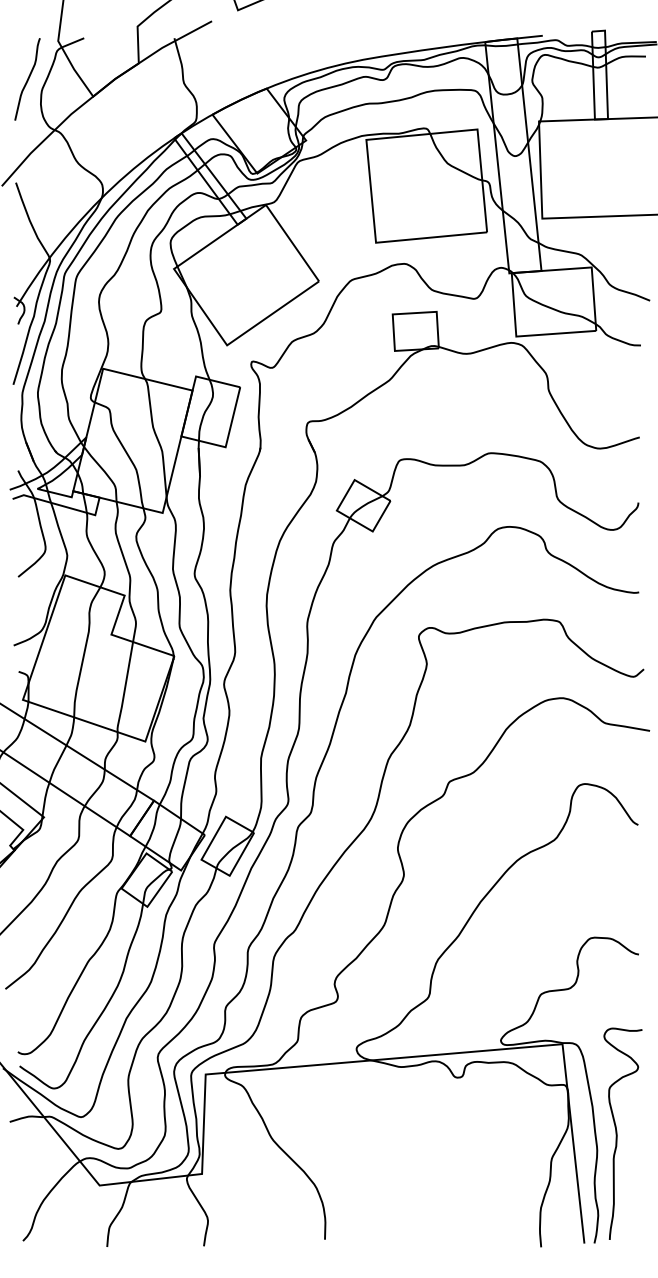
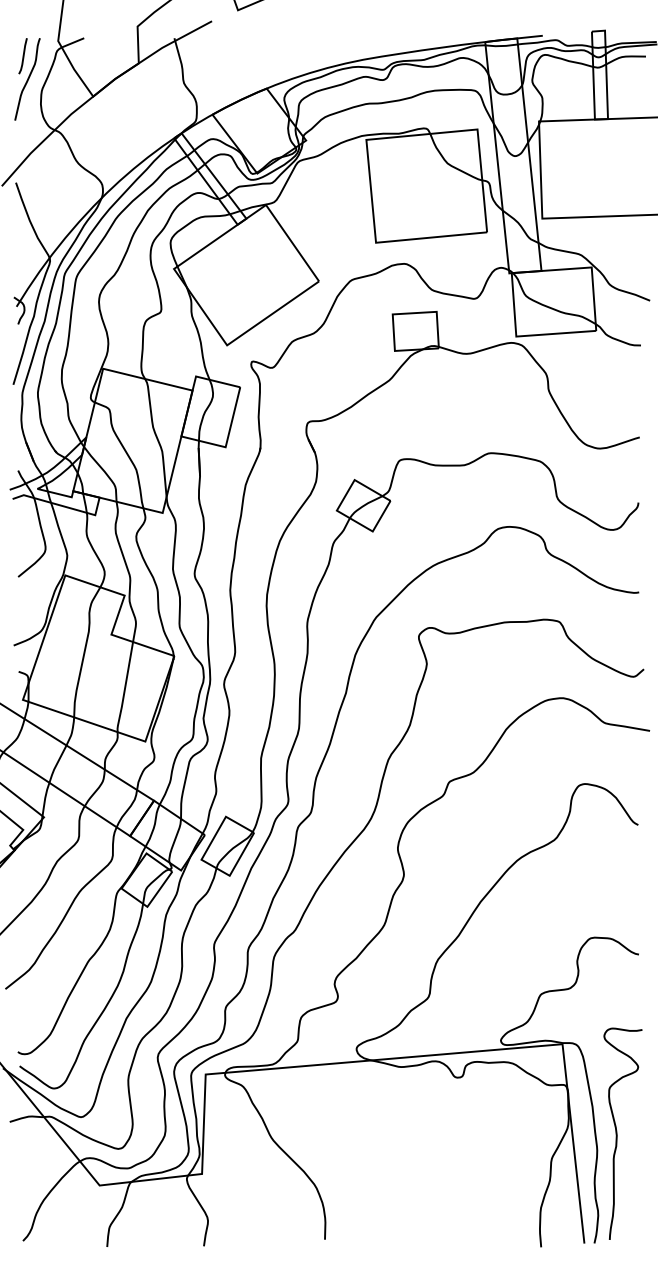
line at (22, 56): none -> present
